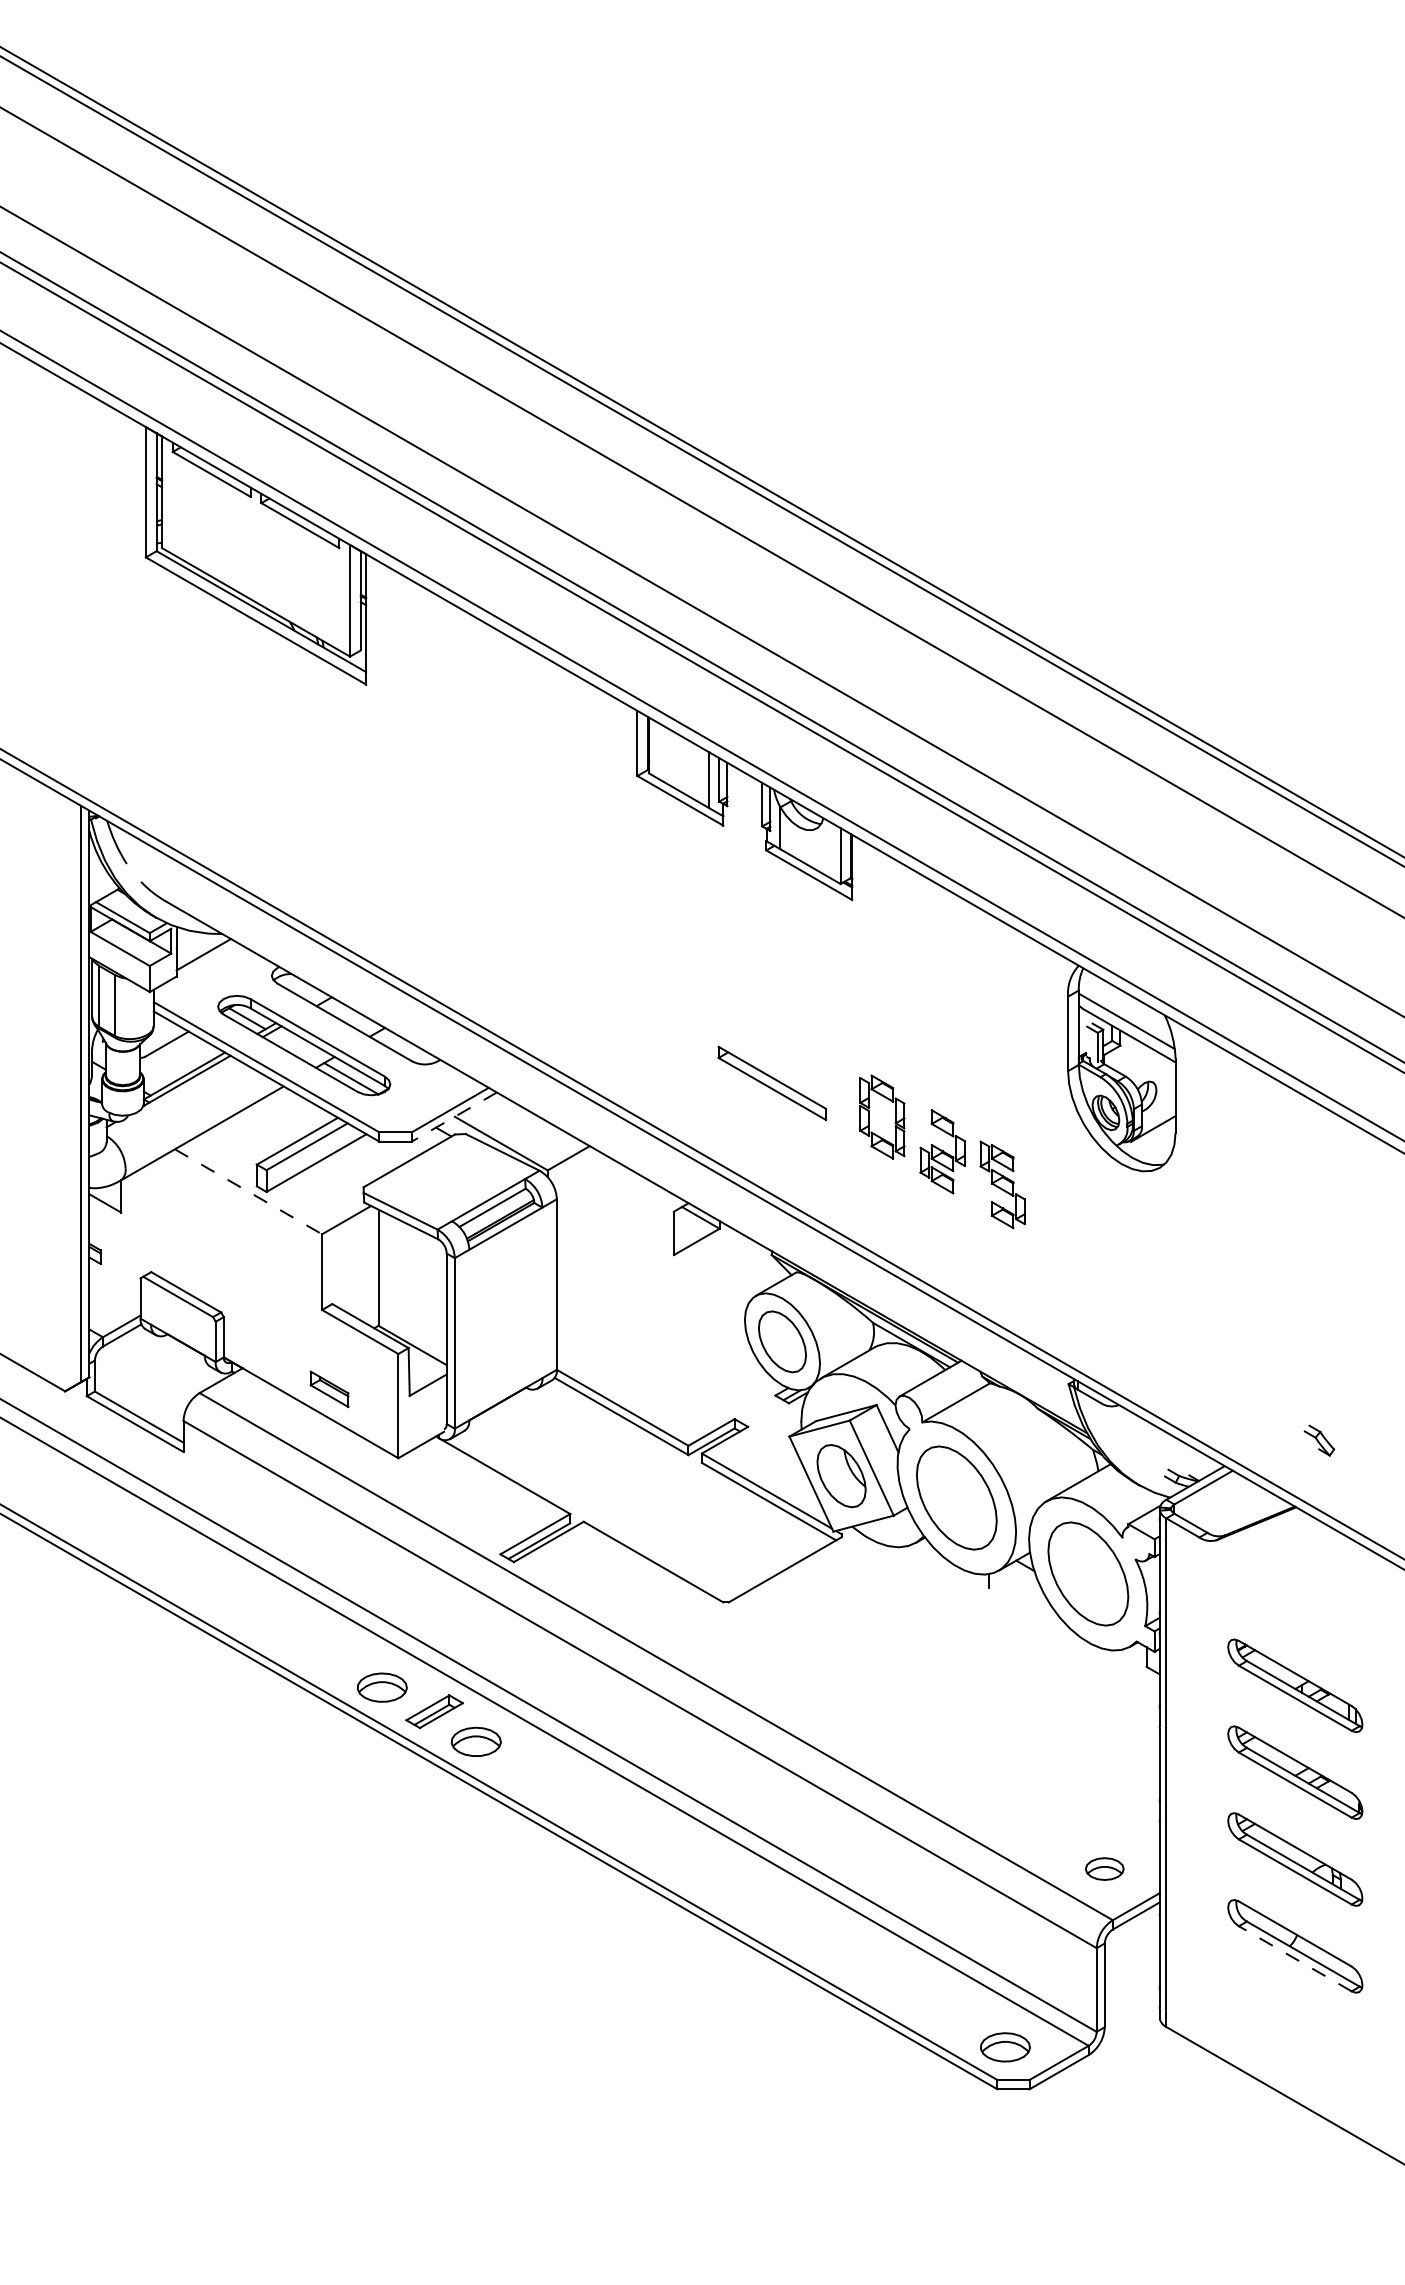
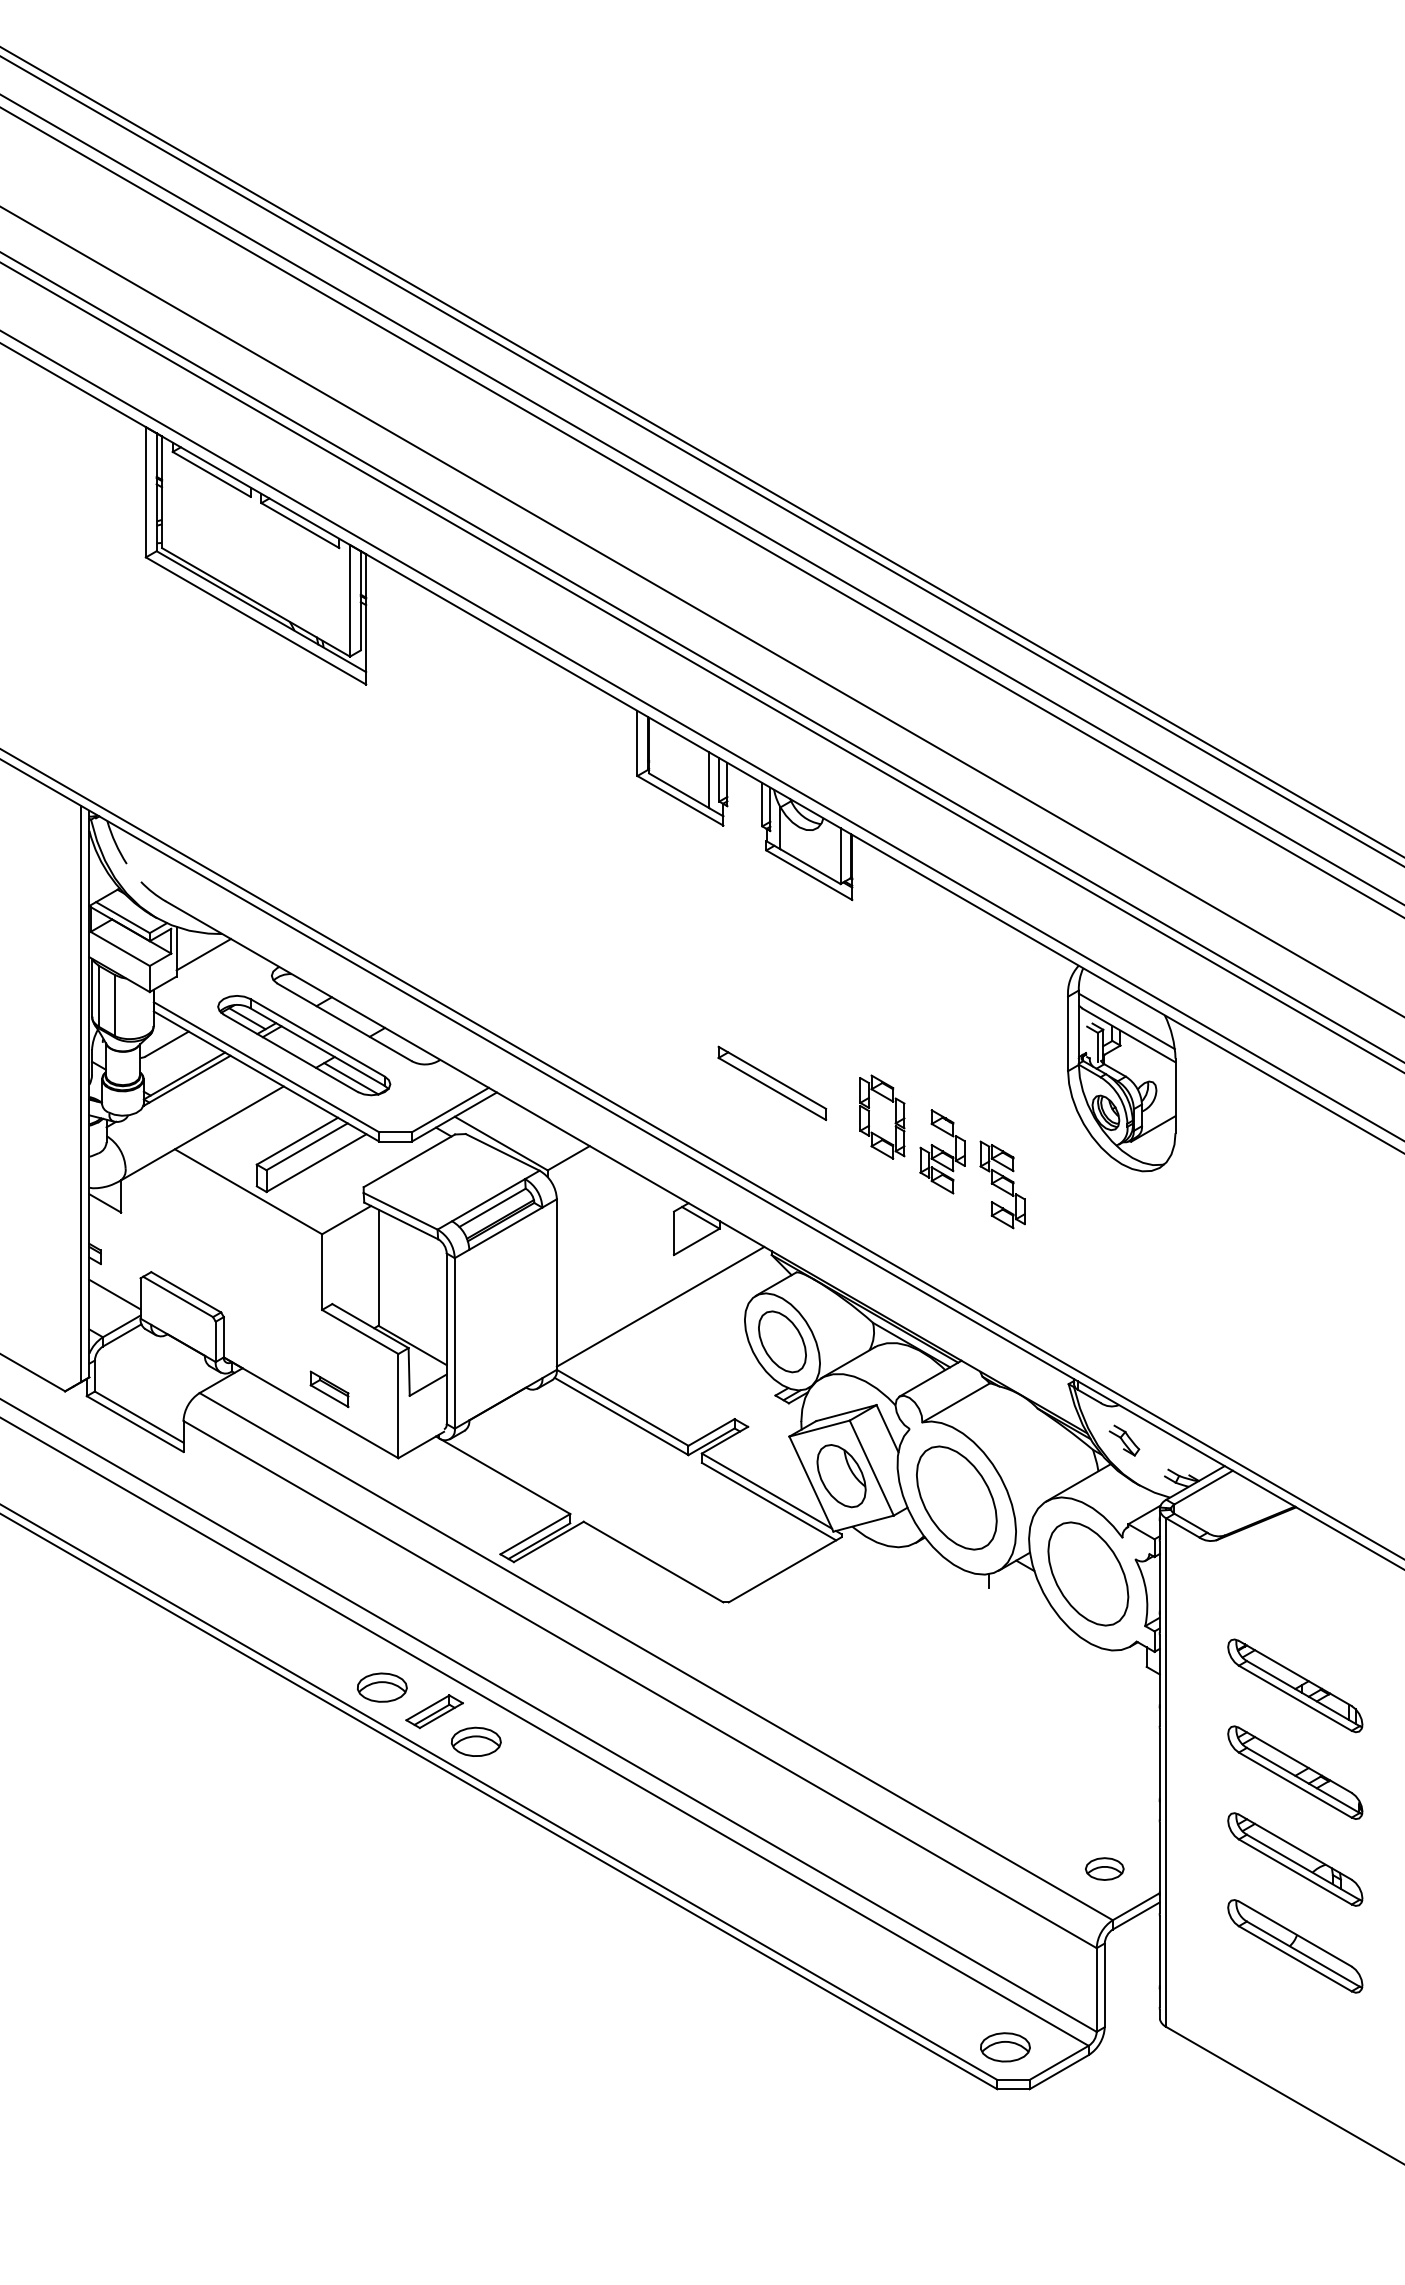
line at (701, 499): none -> present
line at (453, 1117): dashed -> solid
line at (248, 1191): dashed -> solid
line at (114, 1294): none -> present
line at (660, 1306): none -> present
part at (1319, 1440) position: (1319, 1440) -> (1124, 1440)
line at (1294, 1958): dashed -> solid
